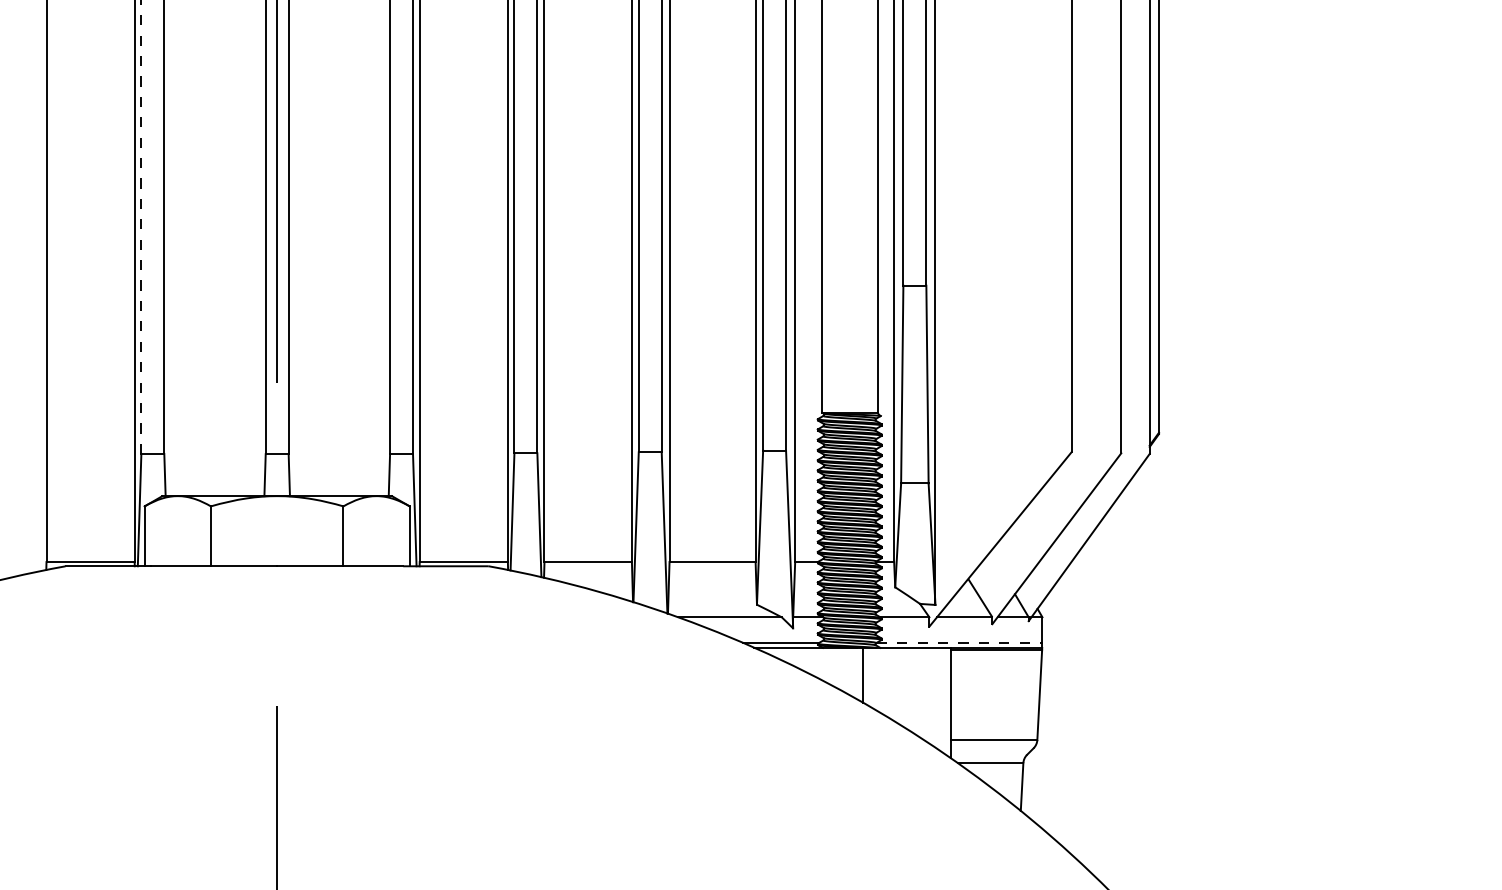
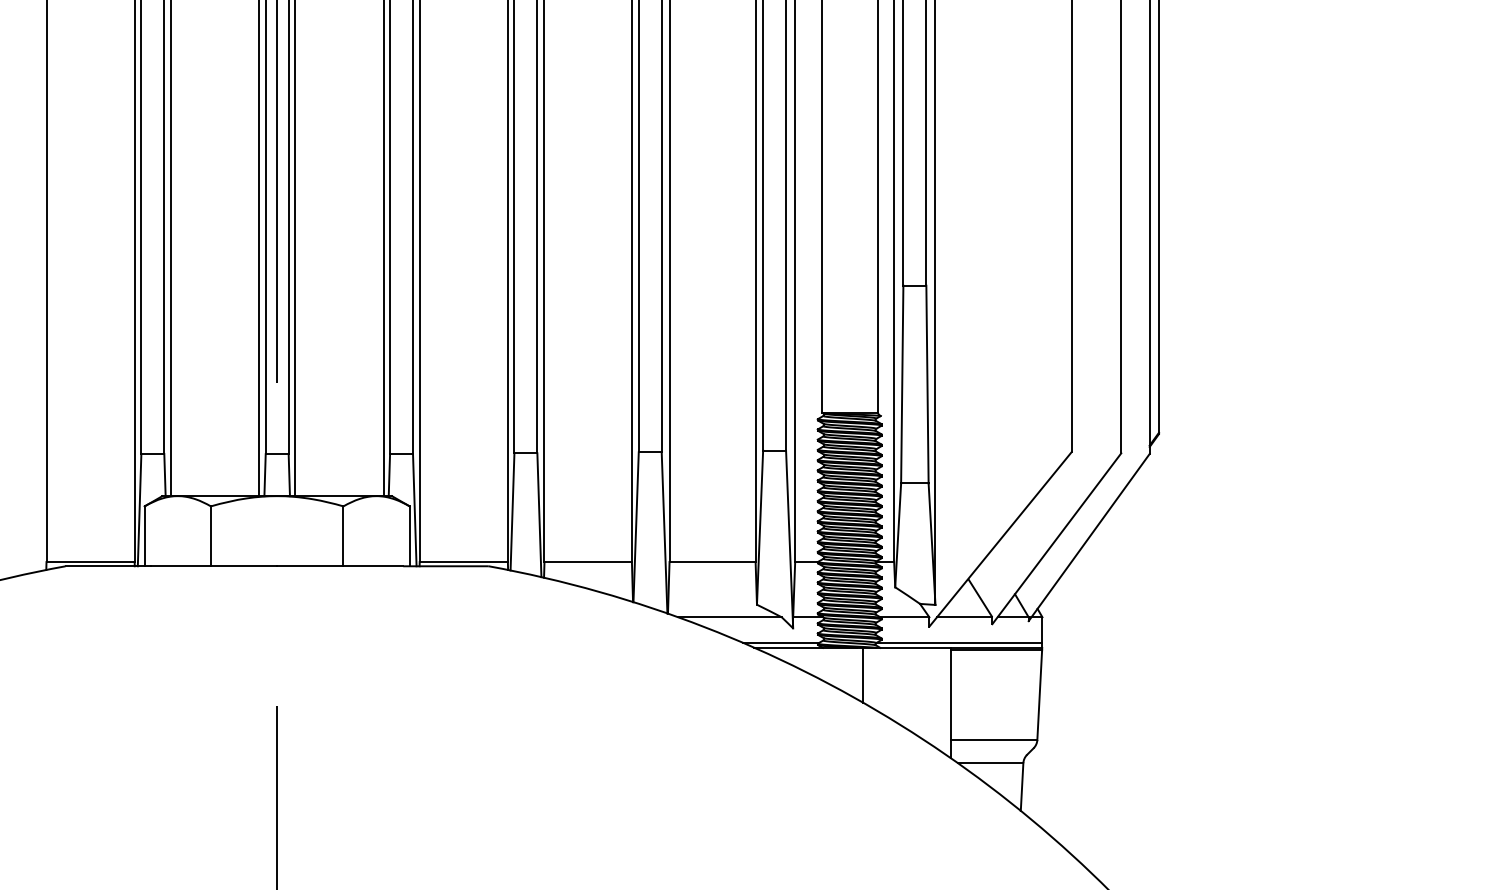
line at (141, 226): dashed -> solid
line at (170, 249): none -> present
line at (259, 249): none -> present
line at (295, 249): none -> present
line at (383, 249): none -> present
line at (959, 642): dashed -> solid
